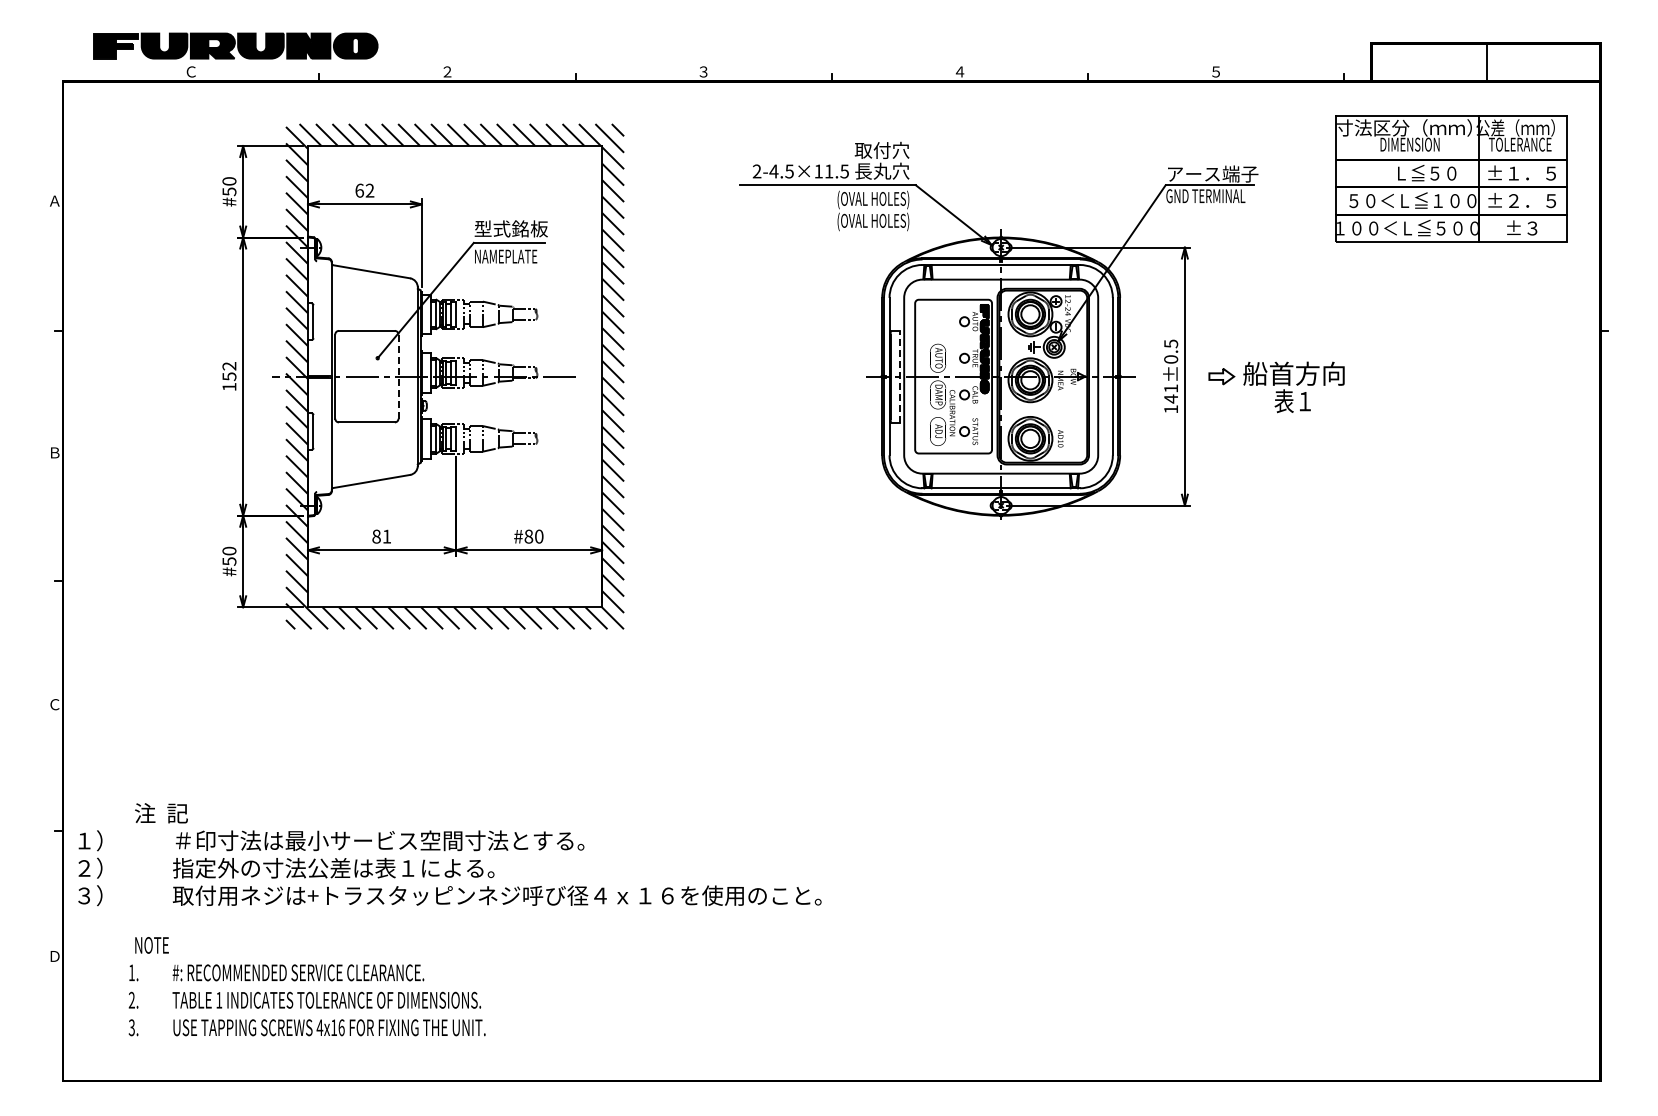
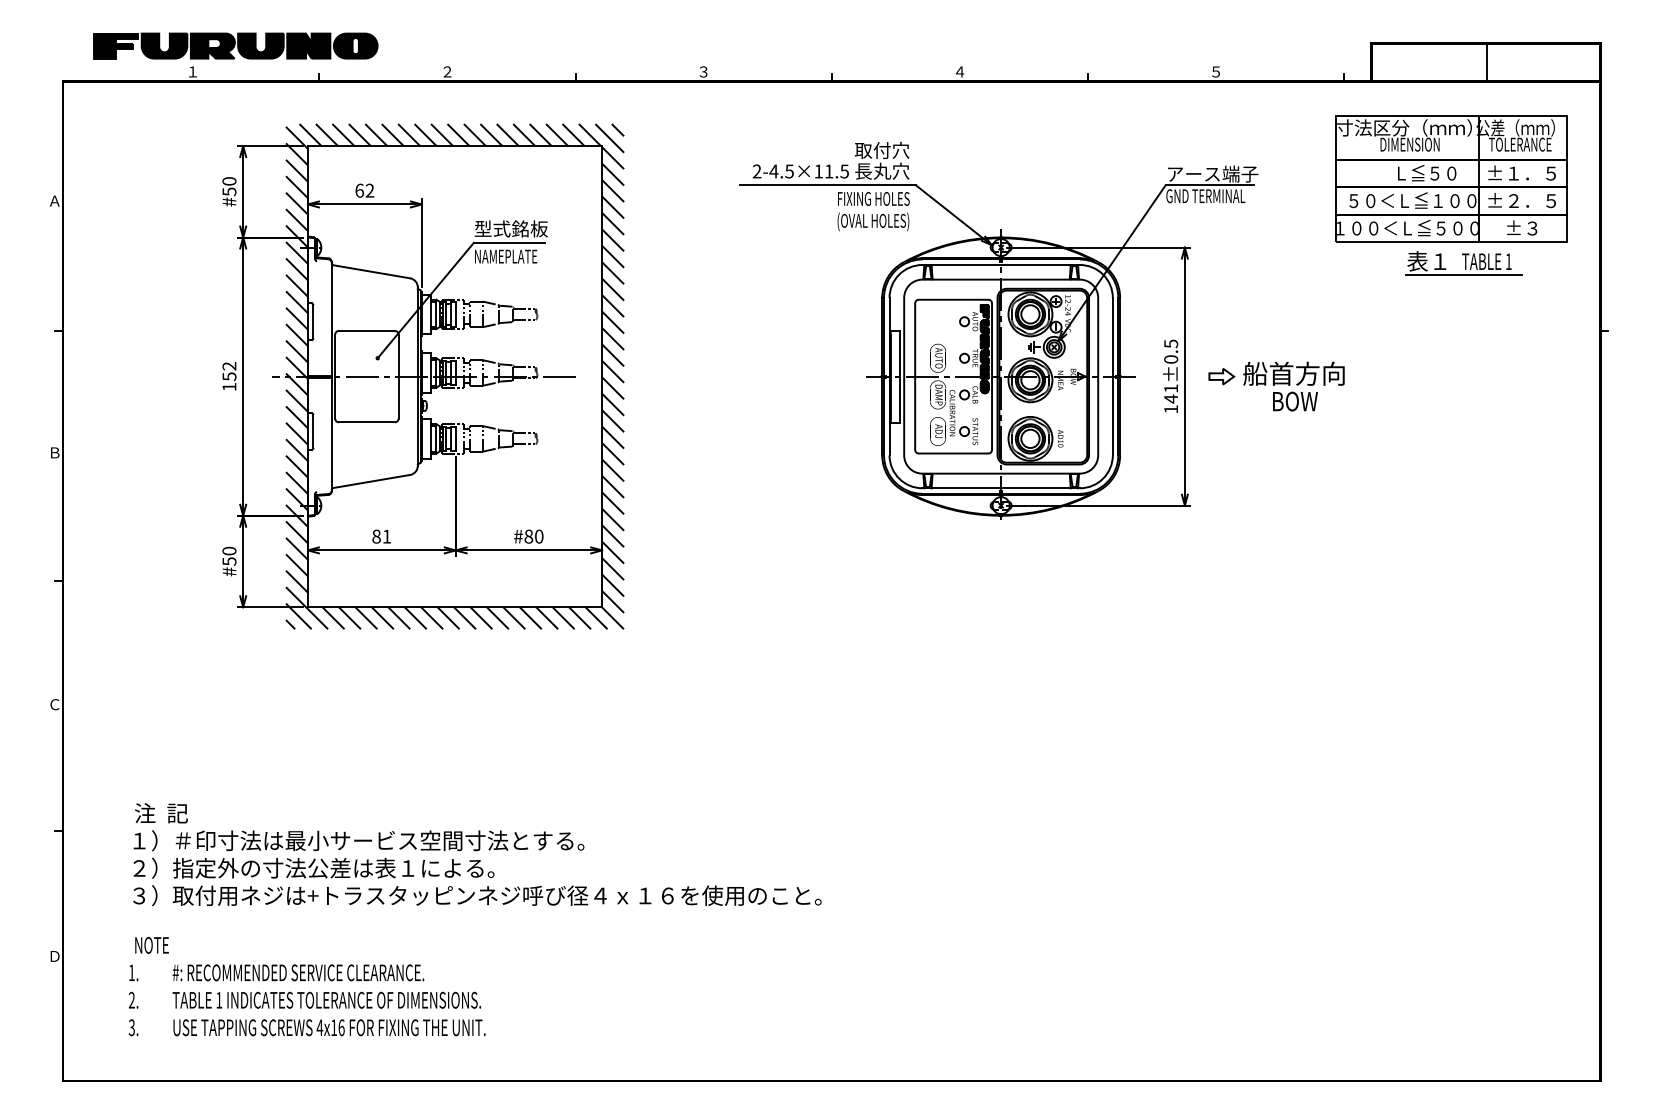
text at (191, 71): Ｃ -> １
text at (873, 199): (OVAL HOLES) -> FIXING HOLES
part at (1463, 263): none -> present
line at (899, 376): dashed -> solid
line at (398, 377): dashed -> solid
text at (1295, 401): 表１ -> BOW
text at (90, 868) position: (90, 868) -> (145, 868)
